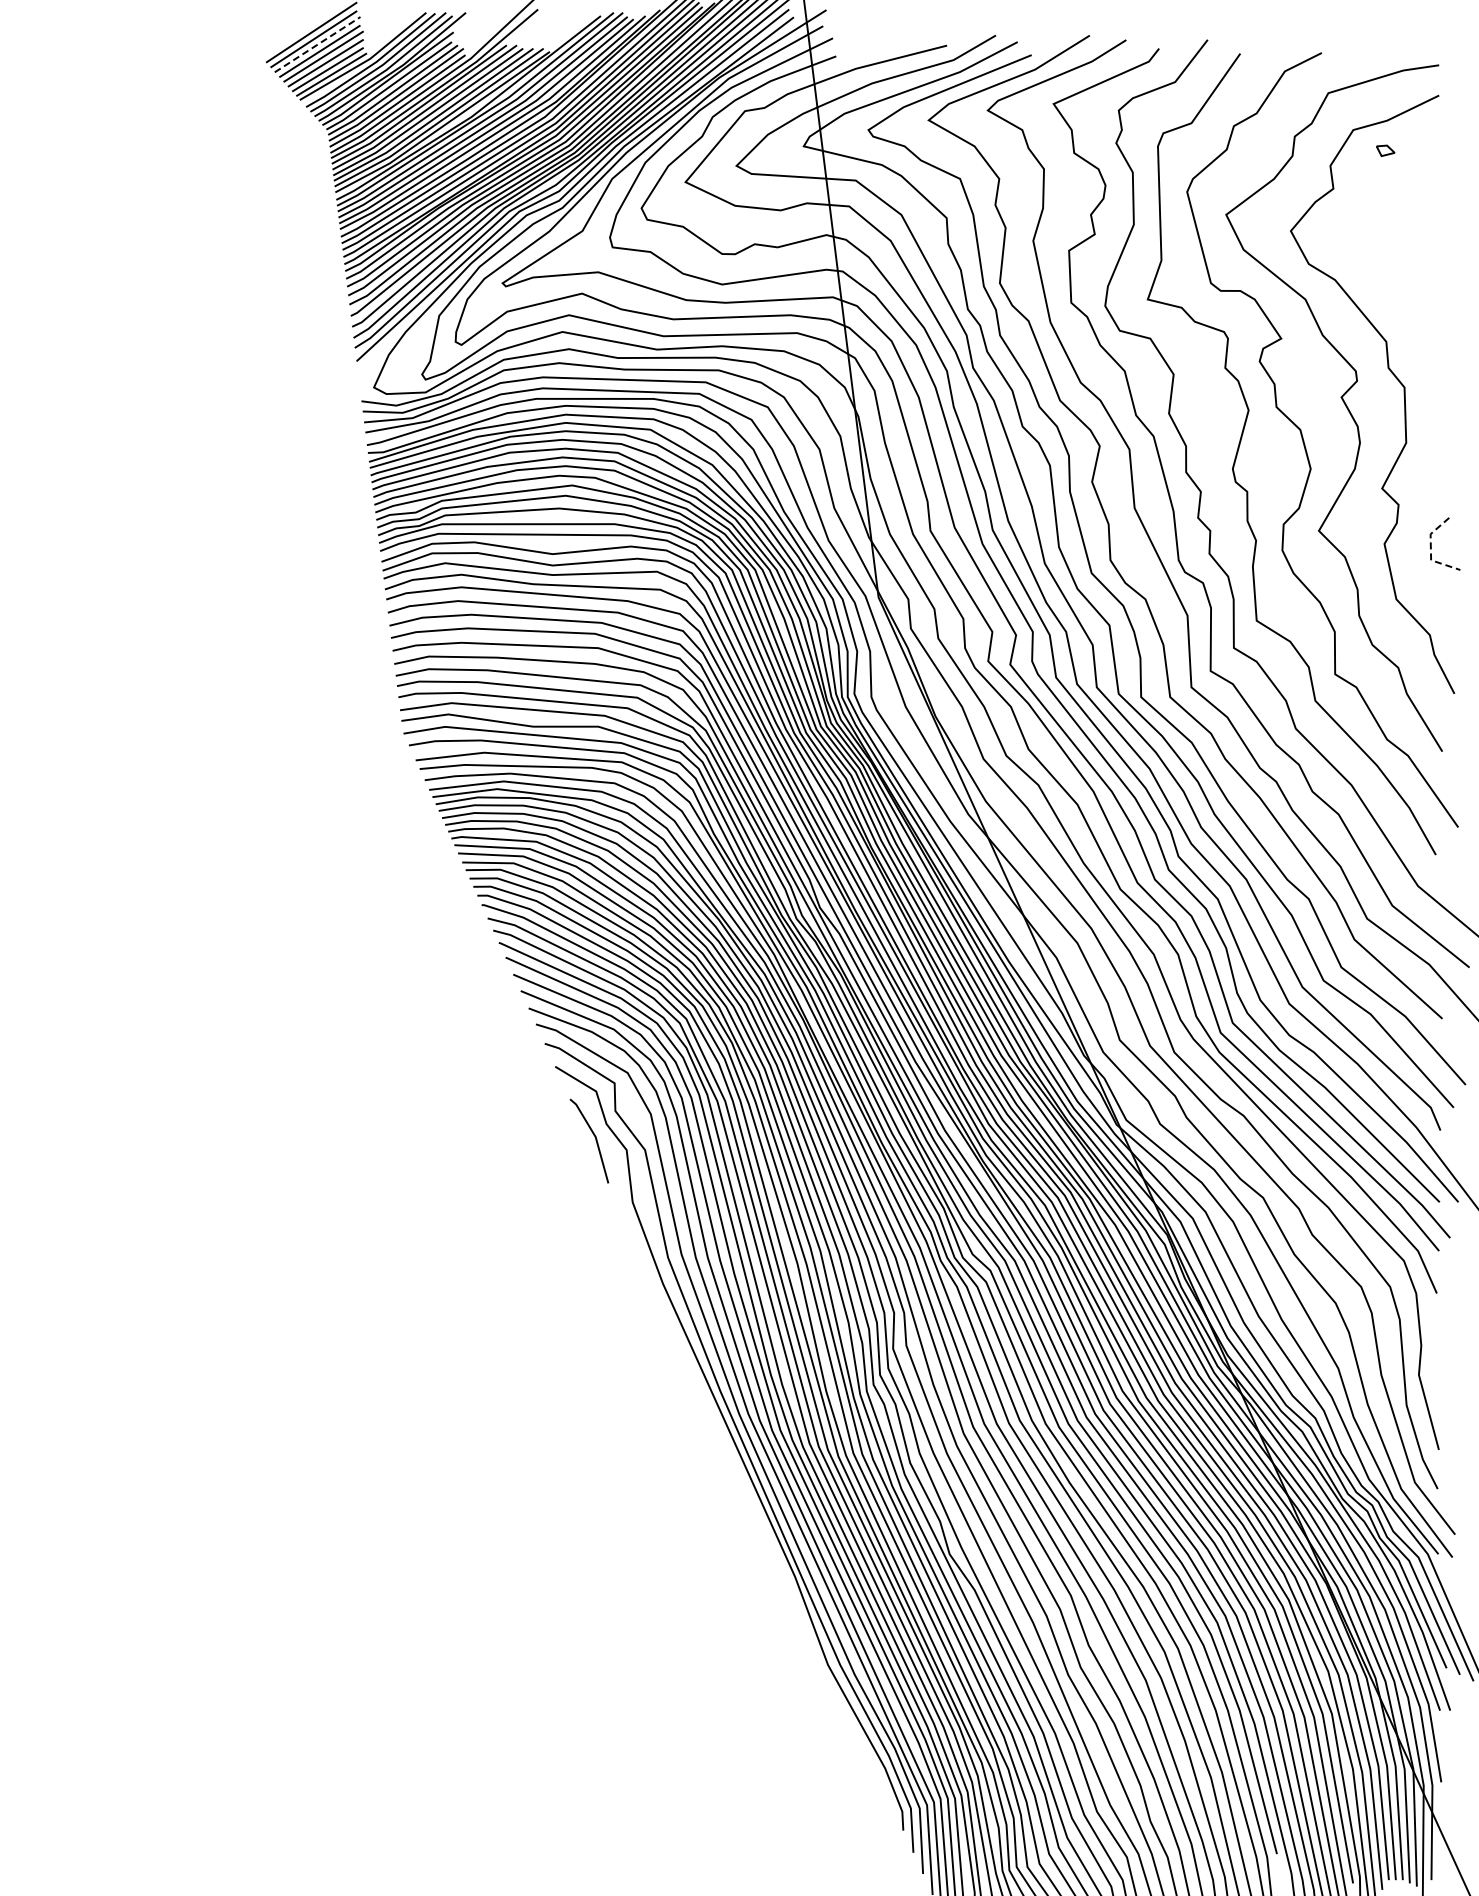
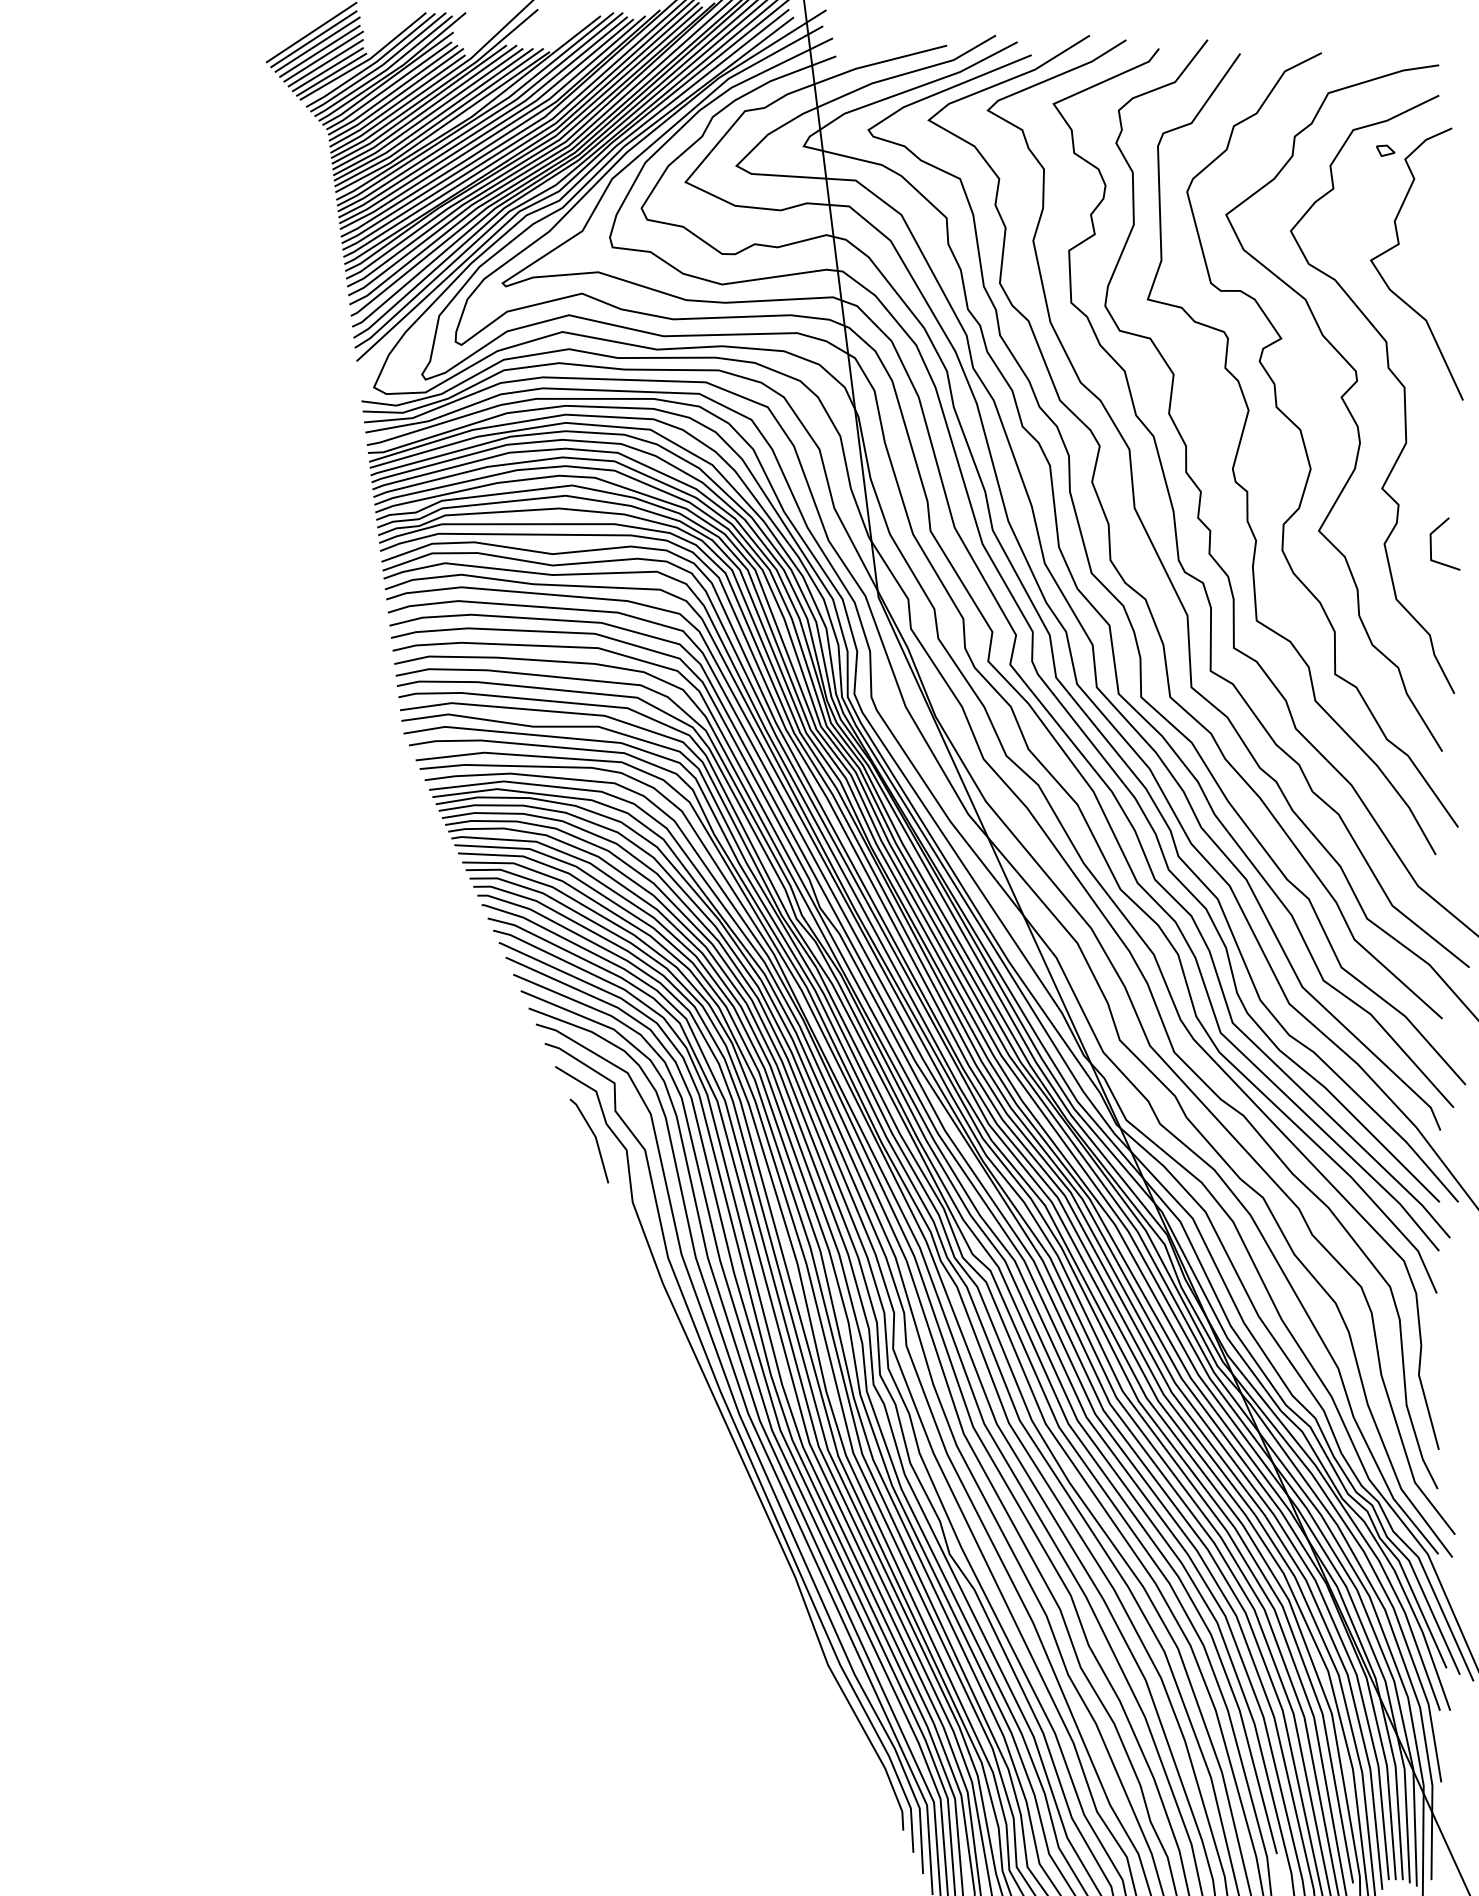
line at (317, 44): dashed -> solid
curve at (1398, 245): none -> present
line at (1430, 550): dashed -> solid
